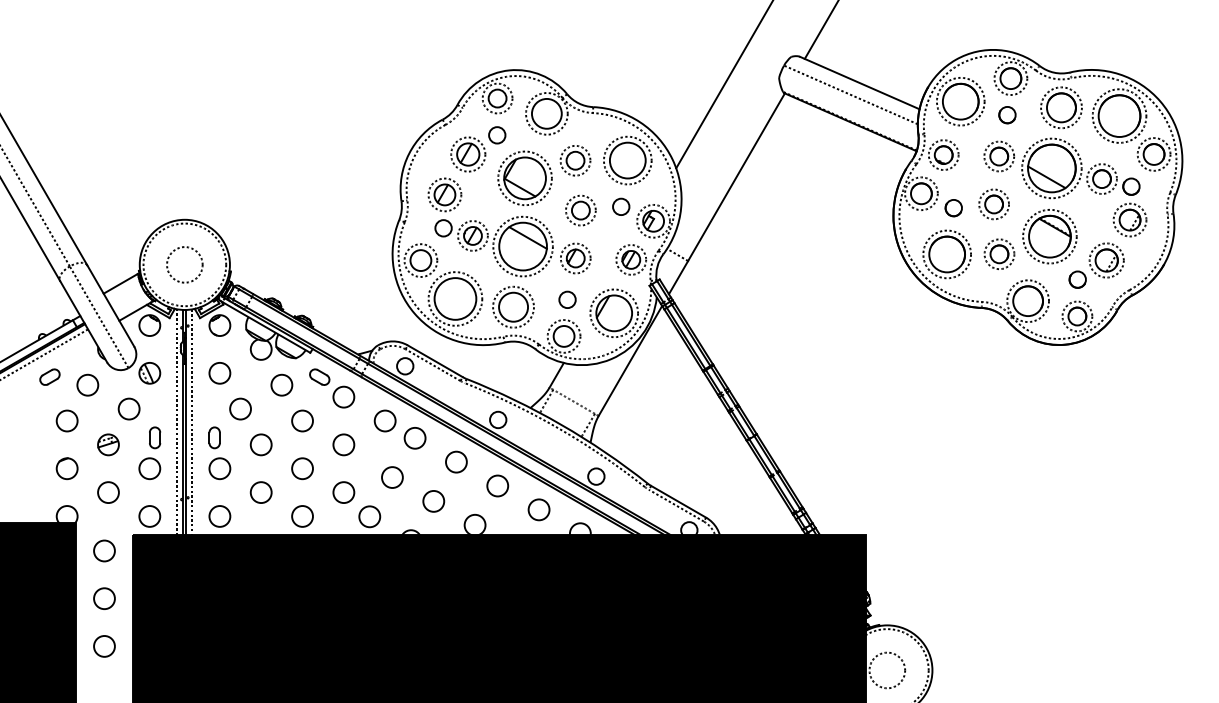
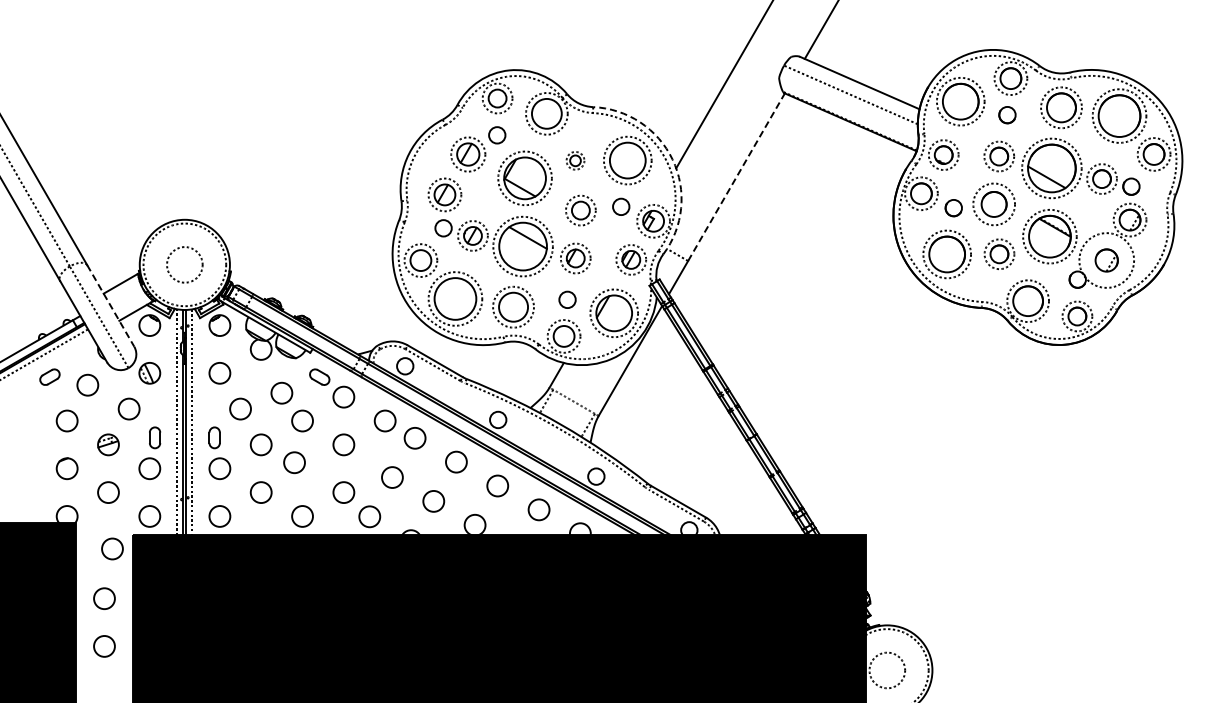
arc at (672, 159): solid -> dashed
part at (575, 160) size: 33x32 px -> 21x20 px
line at (736, 177): solid -> dashed
part at (993, 204) size: 32x33 px -> 44x45 px
circle at (1106, 260) diameter: 34 px -> 55 px
line at (111, 306): solid -> dashed
circle at (281, 384) position: (281, 384) -> (281, 392)
circle at (302, 468) position: (302, 468) -> (294, 462)
circle at (104, 550) position: (104, 550) -> (112, 548)
